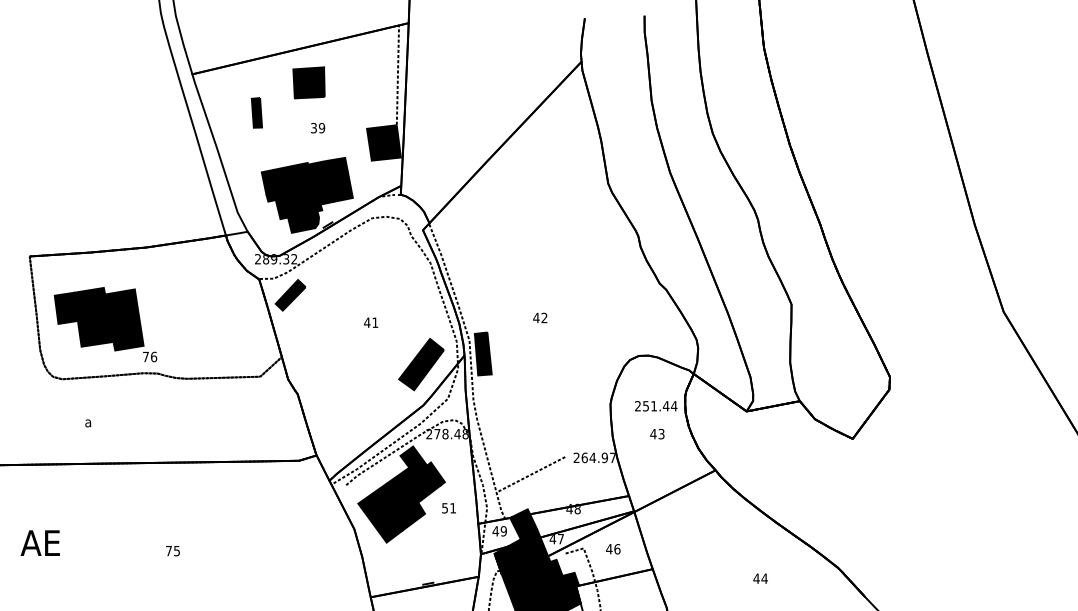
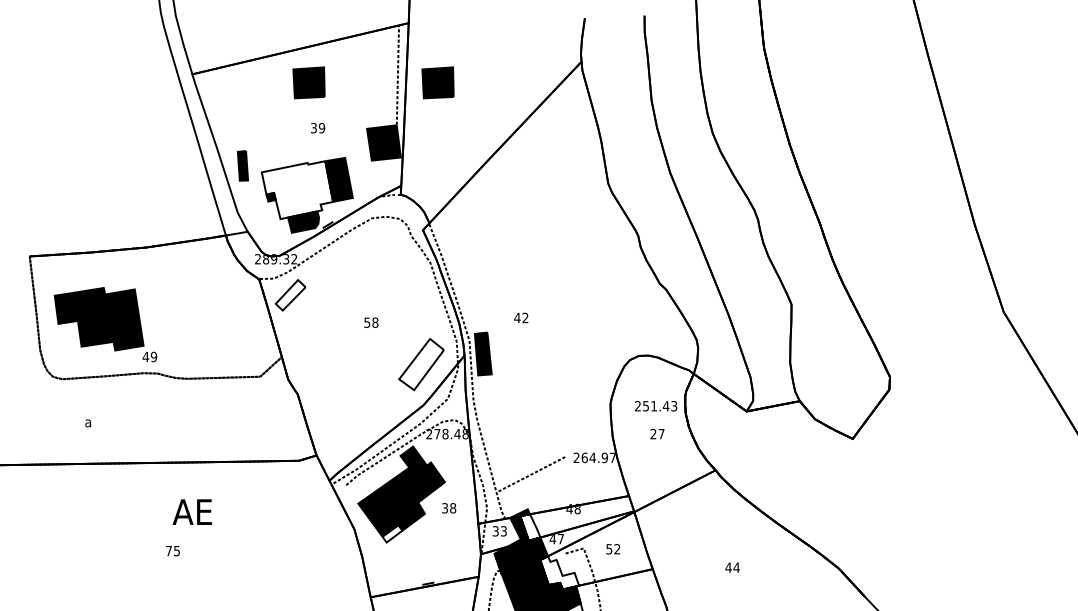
part at (437, 82): none -> present
part at (256, 112) position: (256, 112) -> (242, 165)
fill at (297, 190): present -> none
fill at (290, 295): present -> none
text at (540, 317) position: (540, 317) -> (521, 317)
text at (371, 322): 41 -> 58
text at (149, 356): 76 -> 49
fill at (421, 364): present -> none
text at (674, 406): 251.44 -> 251.43
text at (657, 433): 43 -> 27
text at (449, 508): 51 -> 38
fill at (530, 527): present -> none
text at (499, 531): 49 -> 33
fill at (392, 533): present -> none
text at (39, 542) position: (39, 542) -> (191, 511)
text at (613, 549): 46 -> 52
fill at (559, 572): present -> none
text at (760, 578) position: (760, 578) -> (732, 567)
